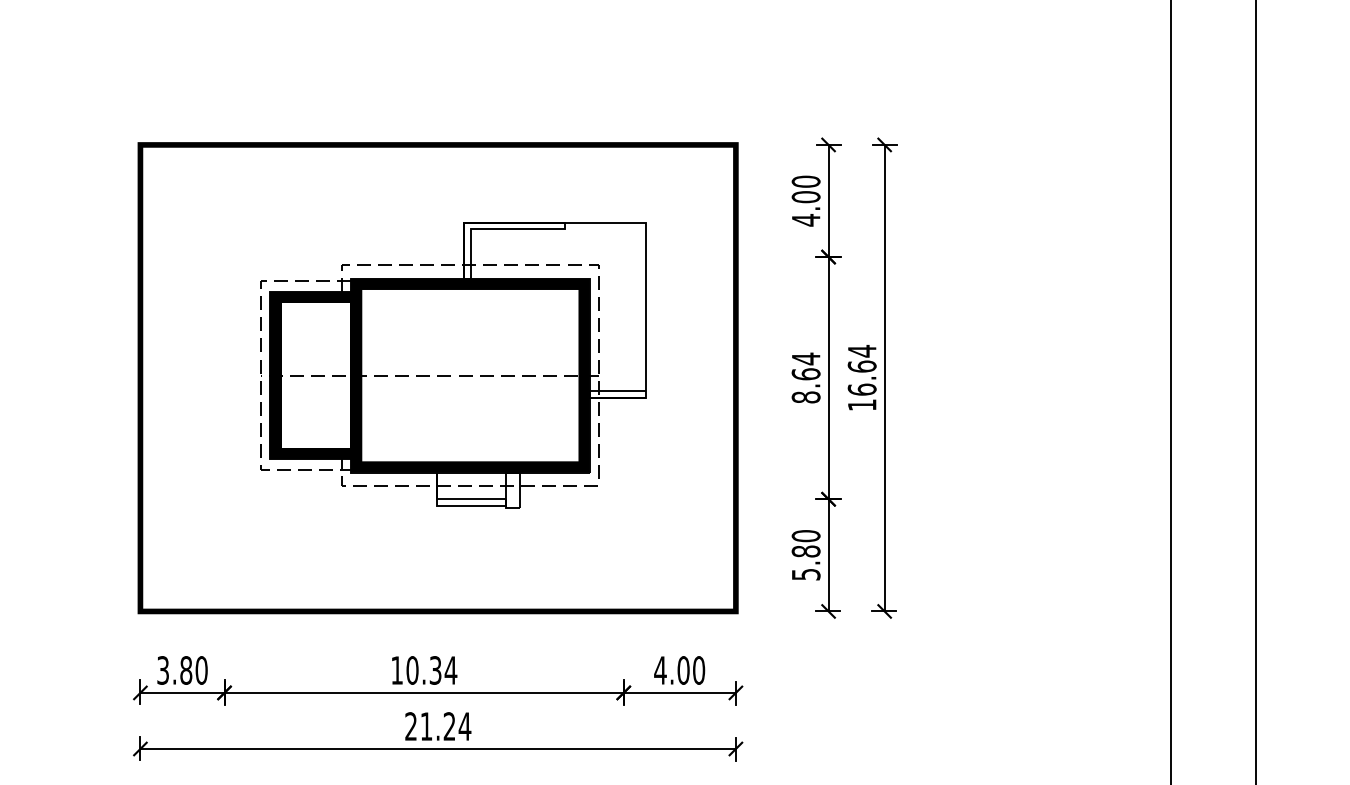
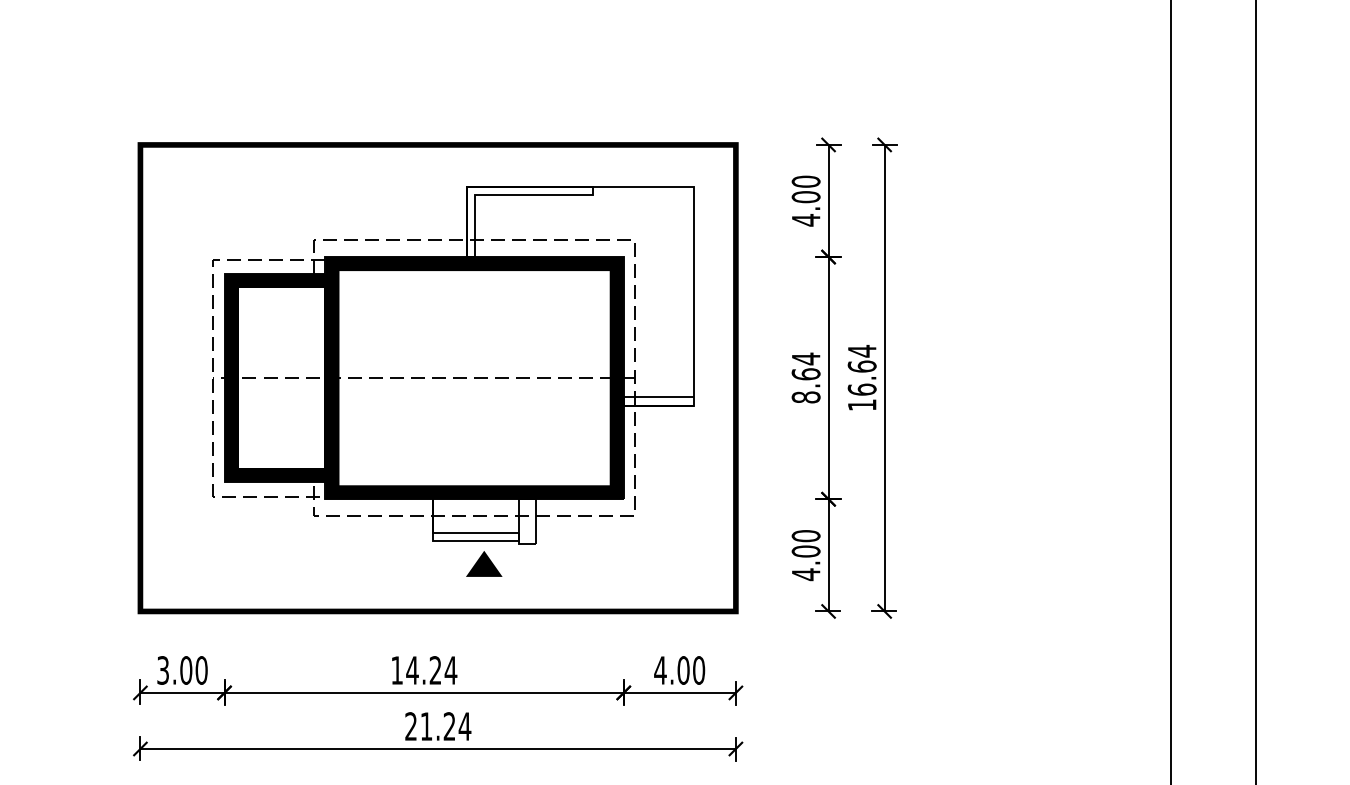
part at (453, 365) size: 387x287 px -> 483x359 px
fill at (483, 563): none -> present
text at (806, 563): 5.80 -> 4.00
text at (186, 670): 3.80 -> 3.00
text at (423, 670): 10.34 -> 14.24
